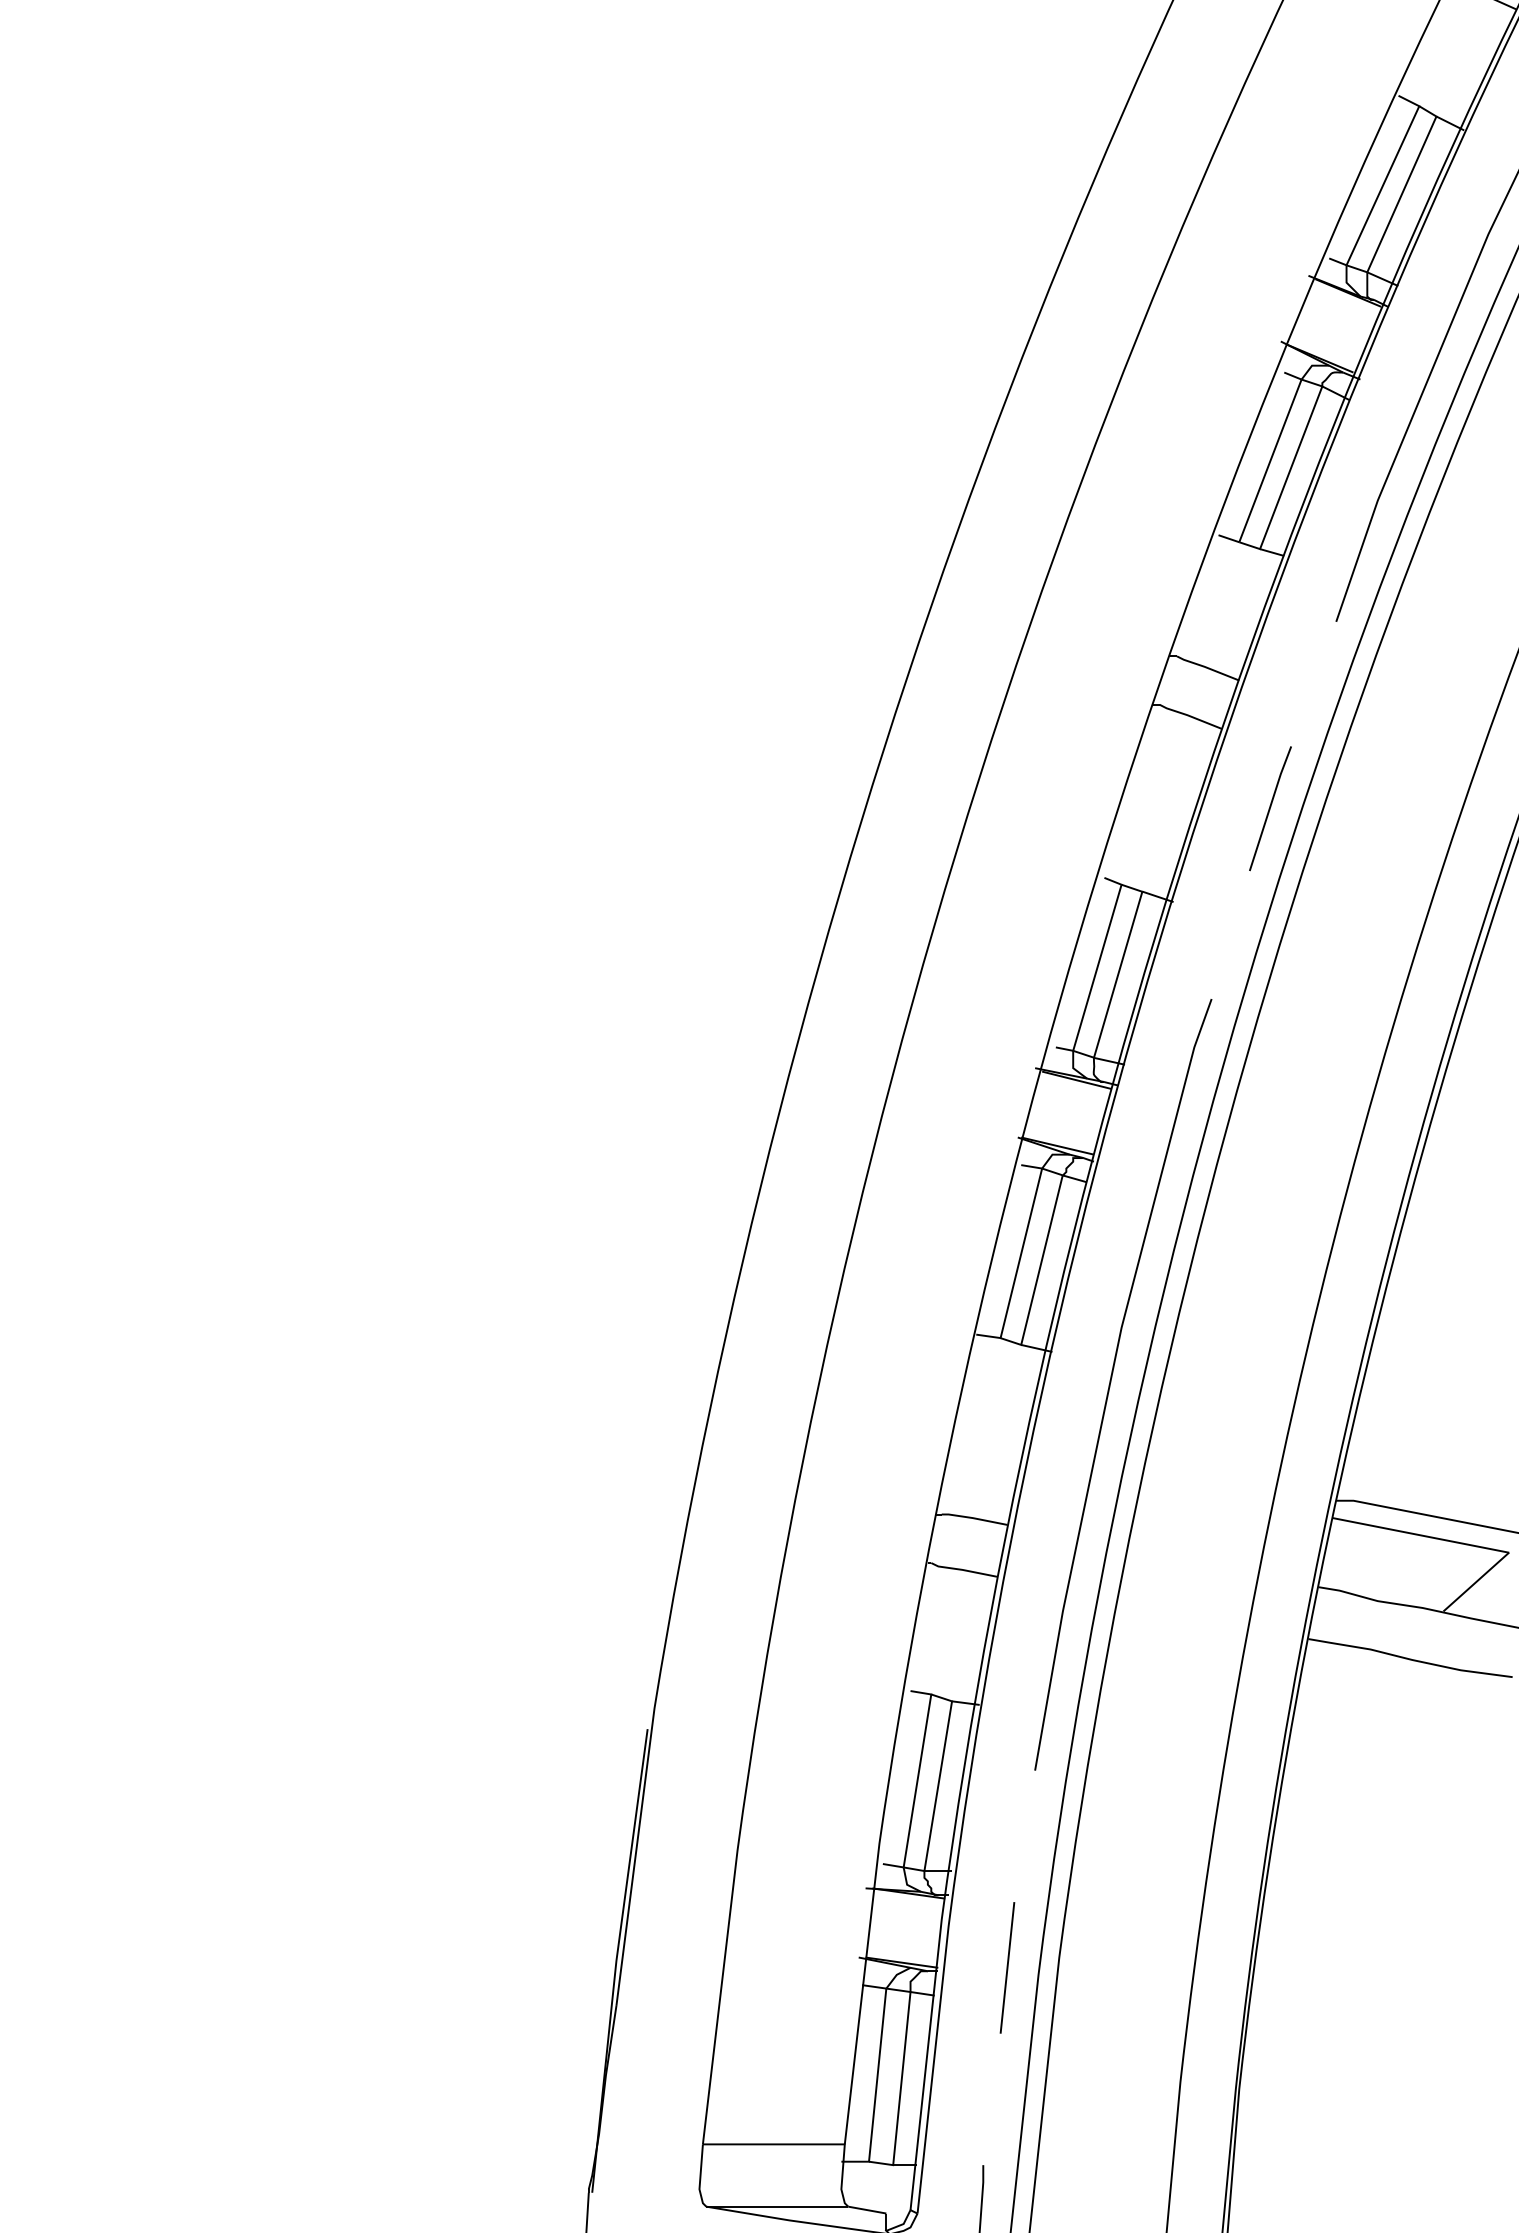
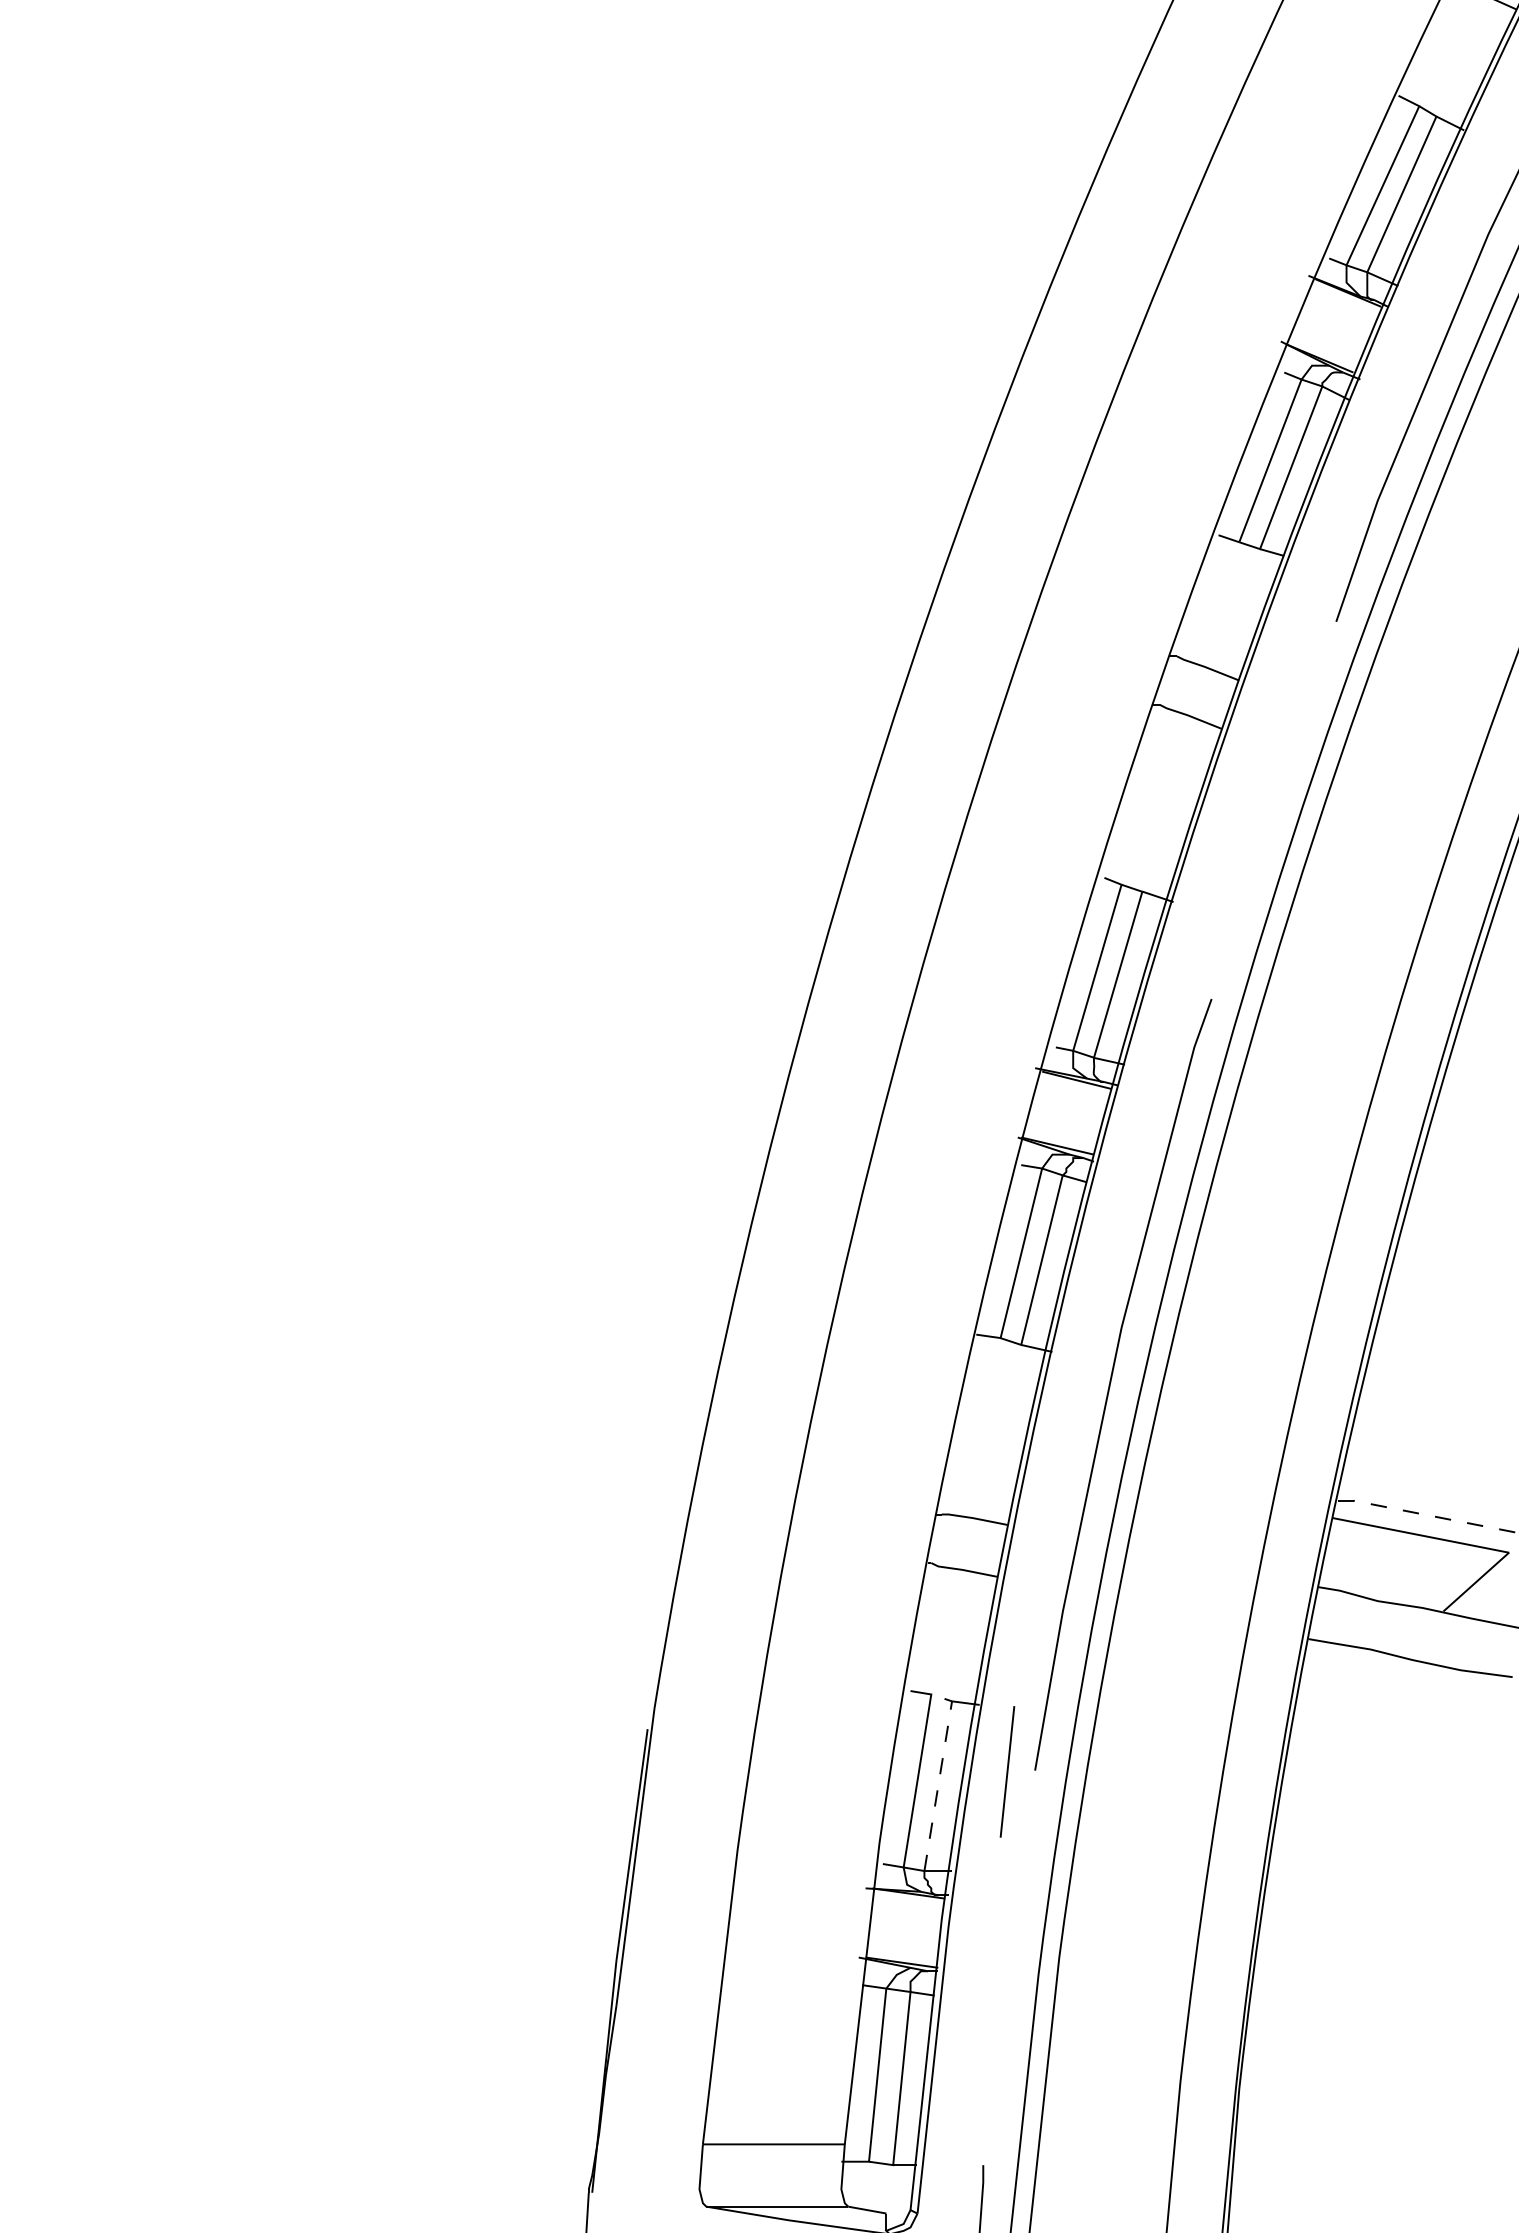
line at (1270, 808): present -> none
line at (1426, 1515): solid -> dashed
line at (940, 1774): solid -> dashed
line at (1007, 1967) position: (1007, 1967) -> (1007, 1771)
